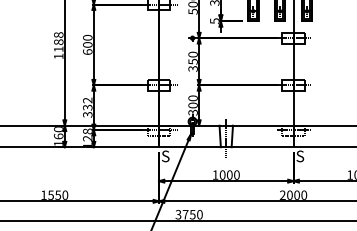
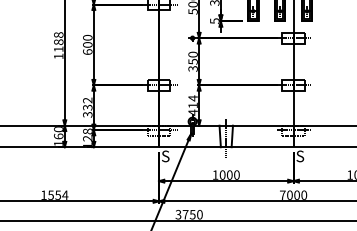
text at (192, 105): 300 -> 414
text at (65, 194): 1550 -> 1554
text at (282, 194): 2000 -> 7000
